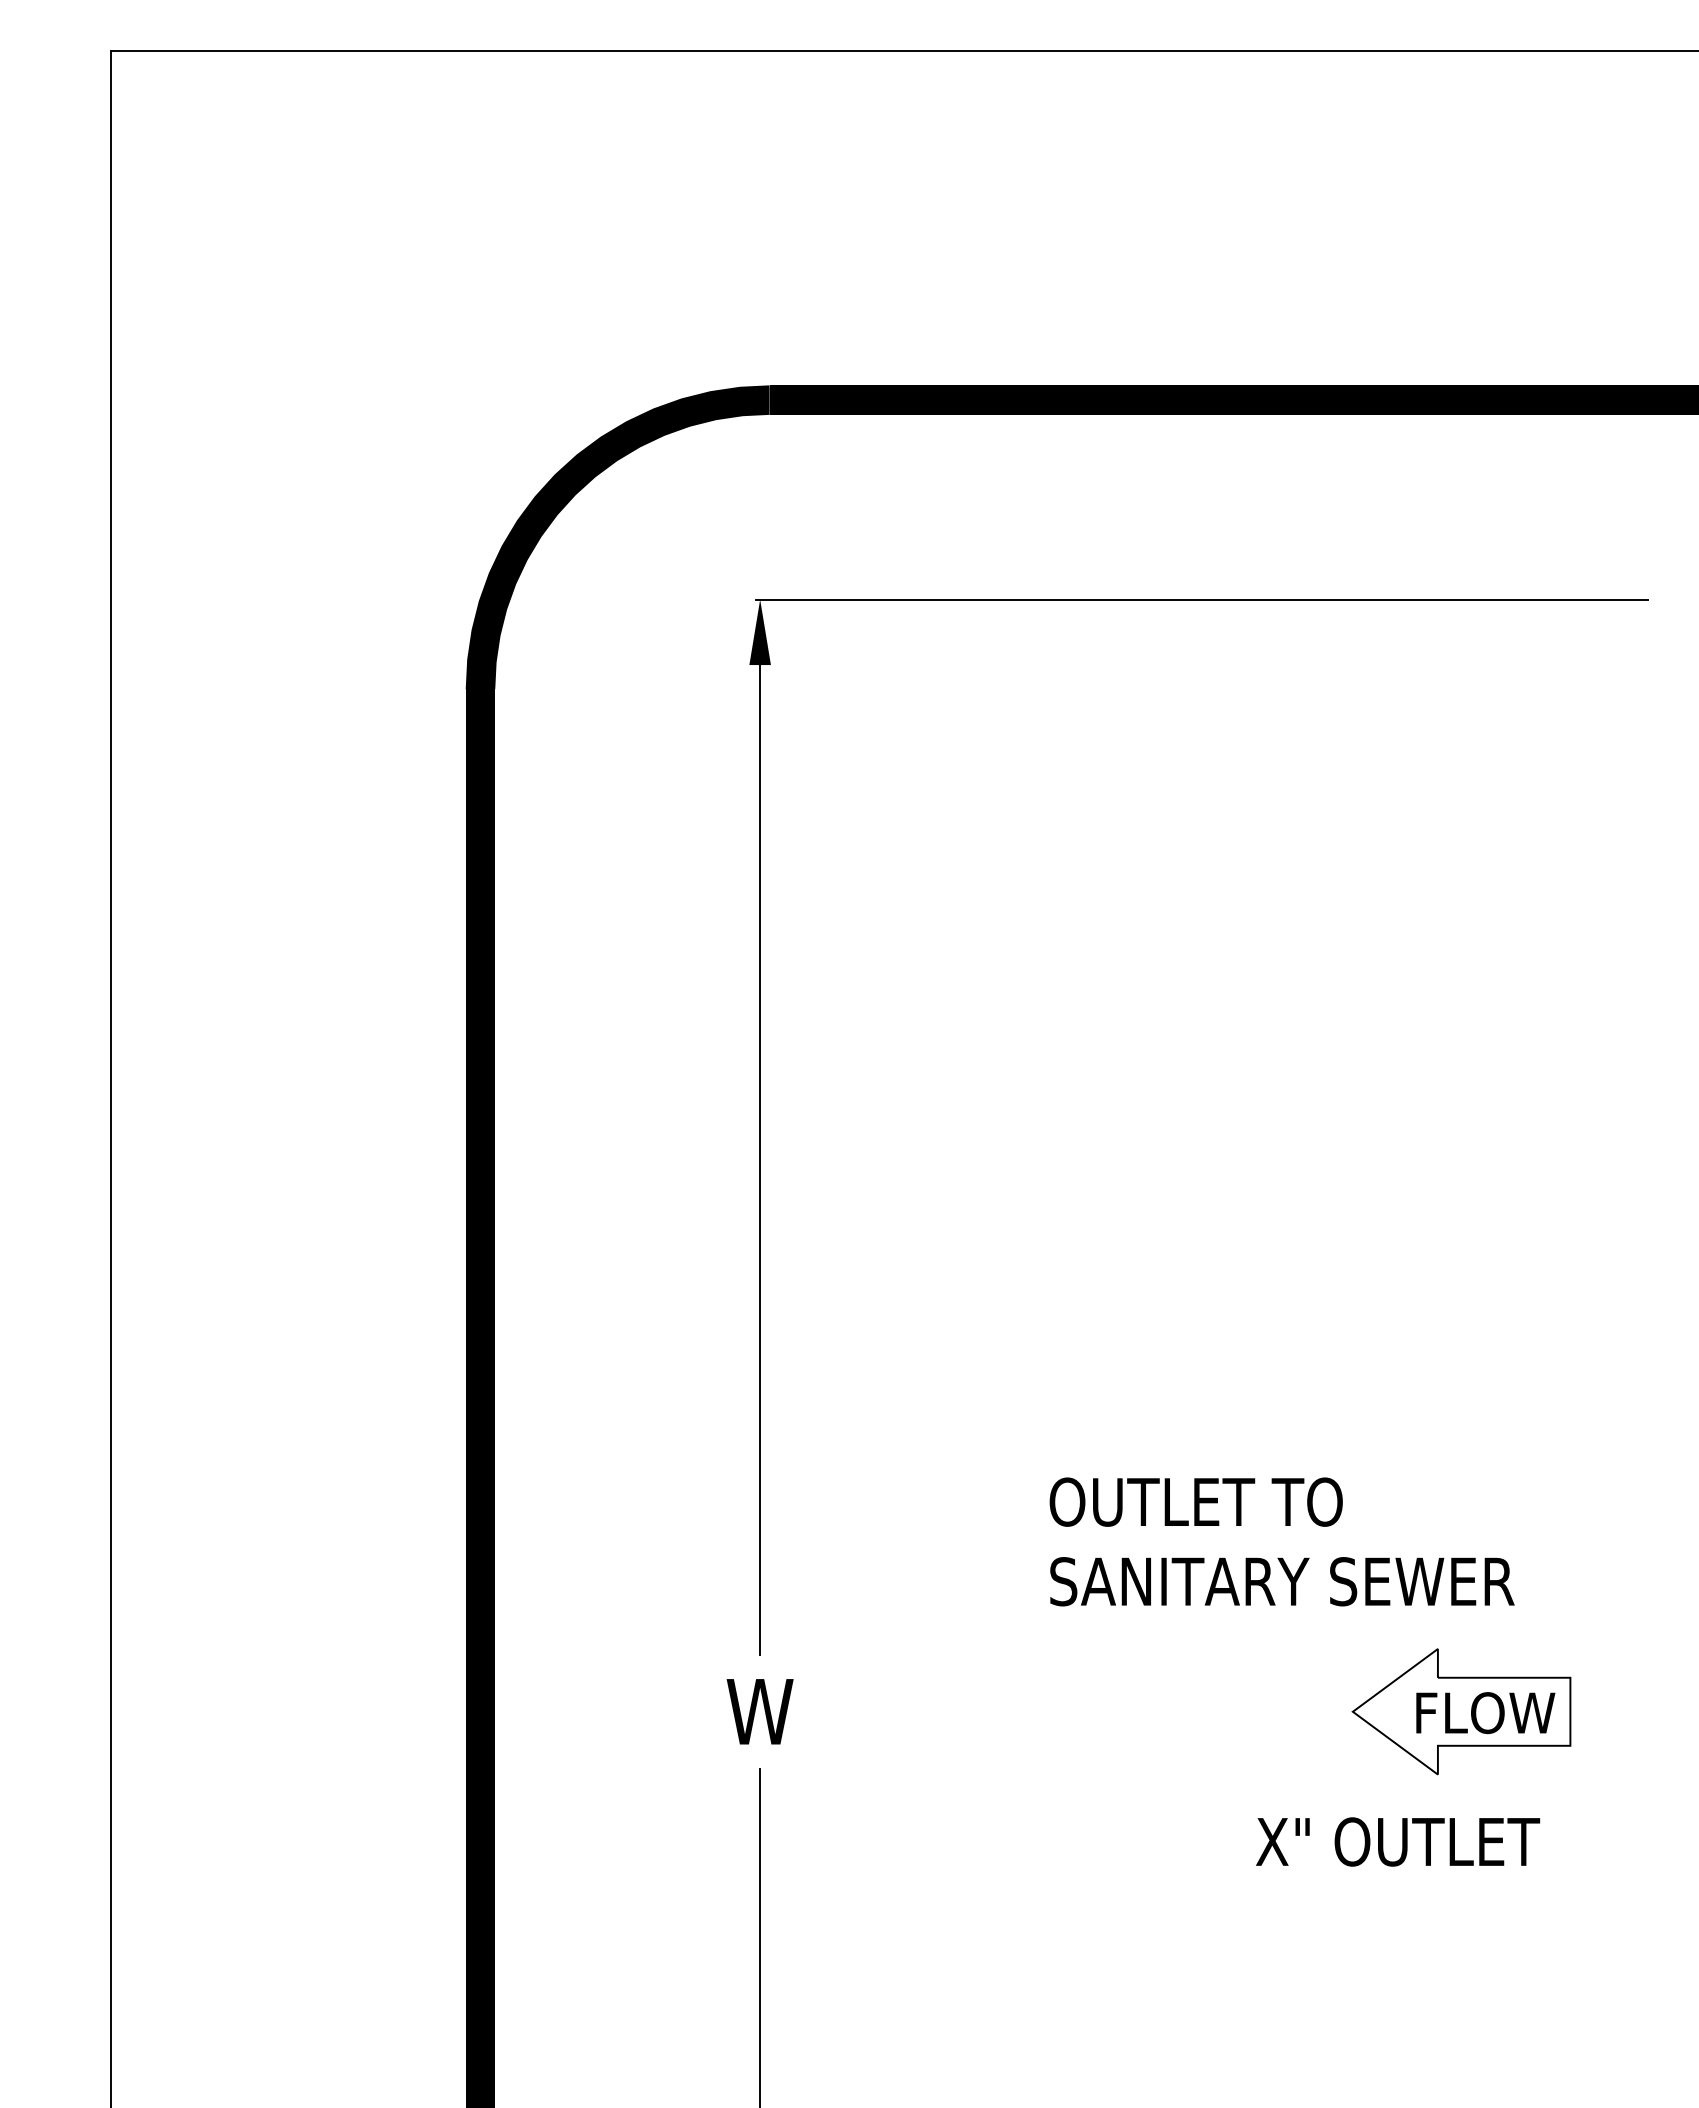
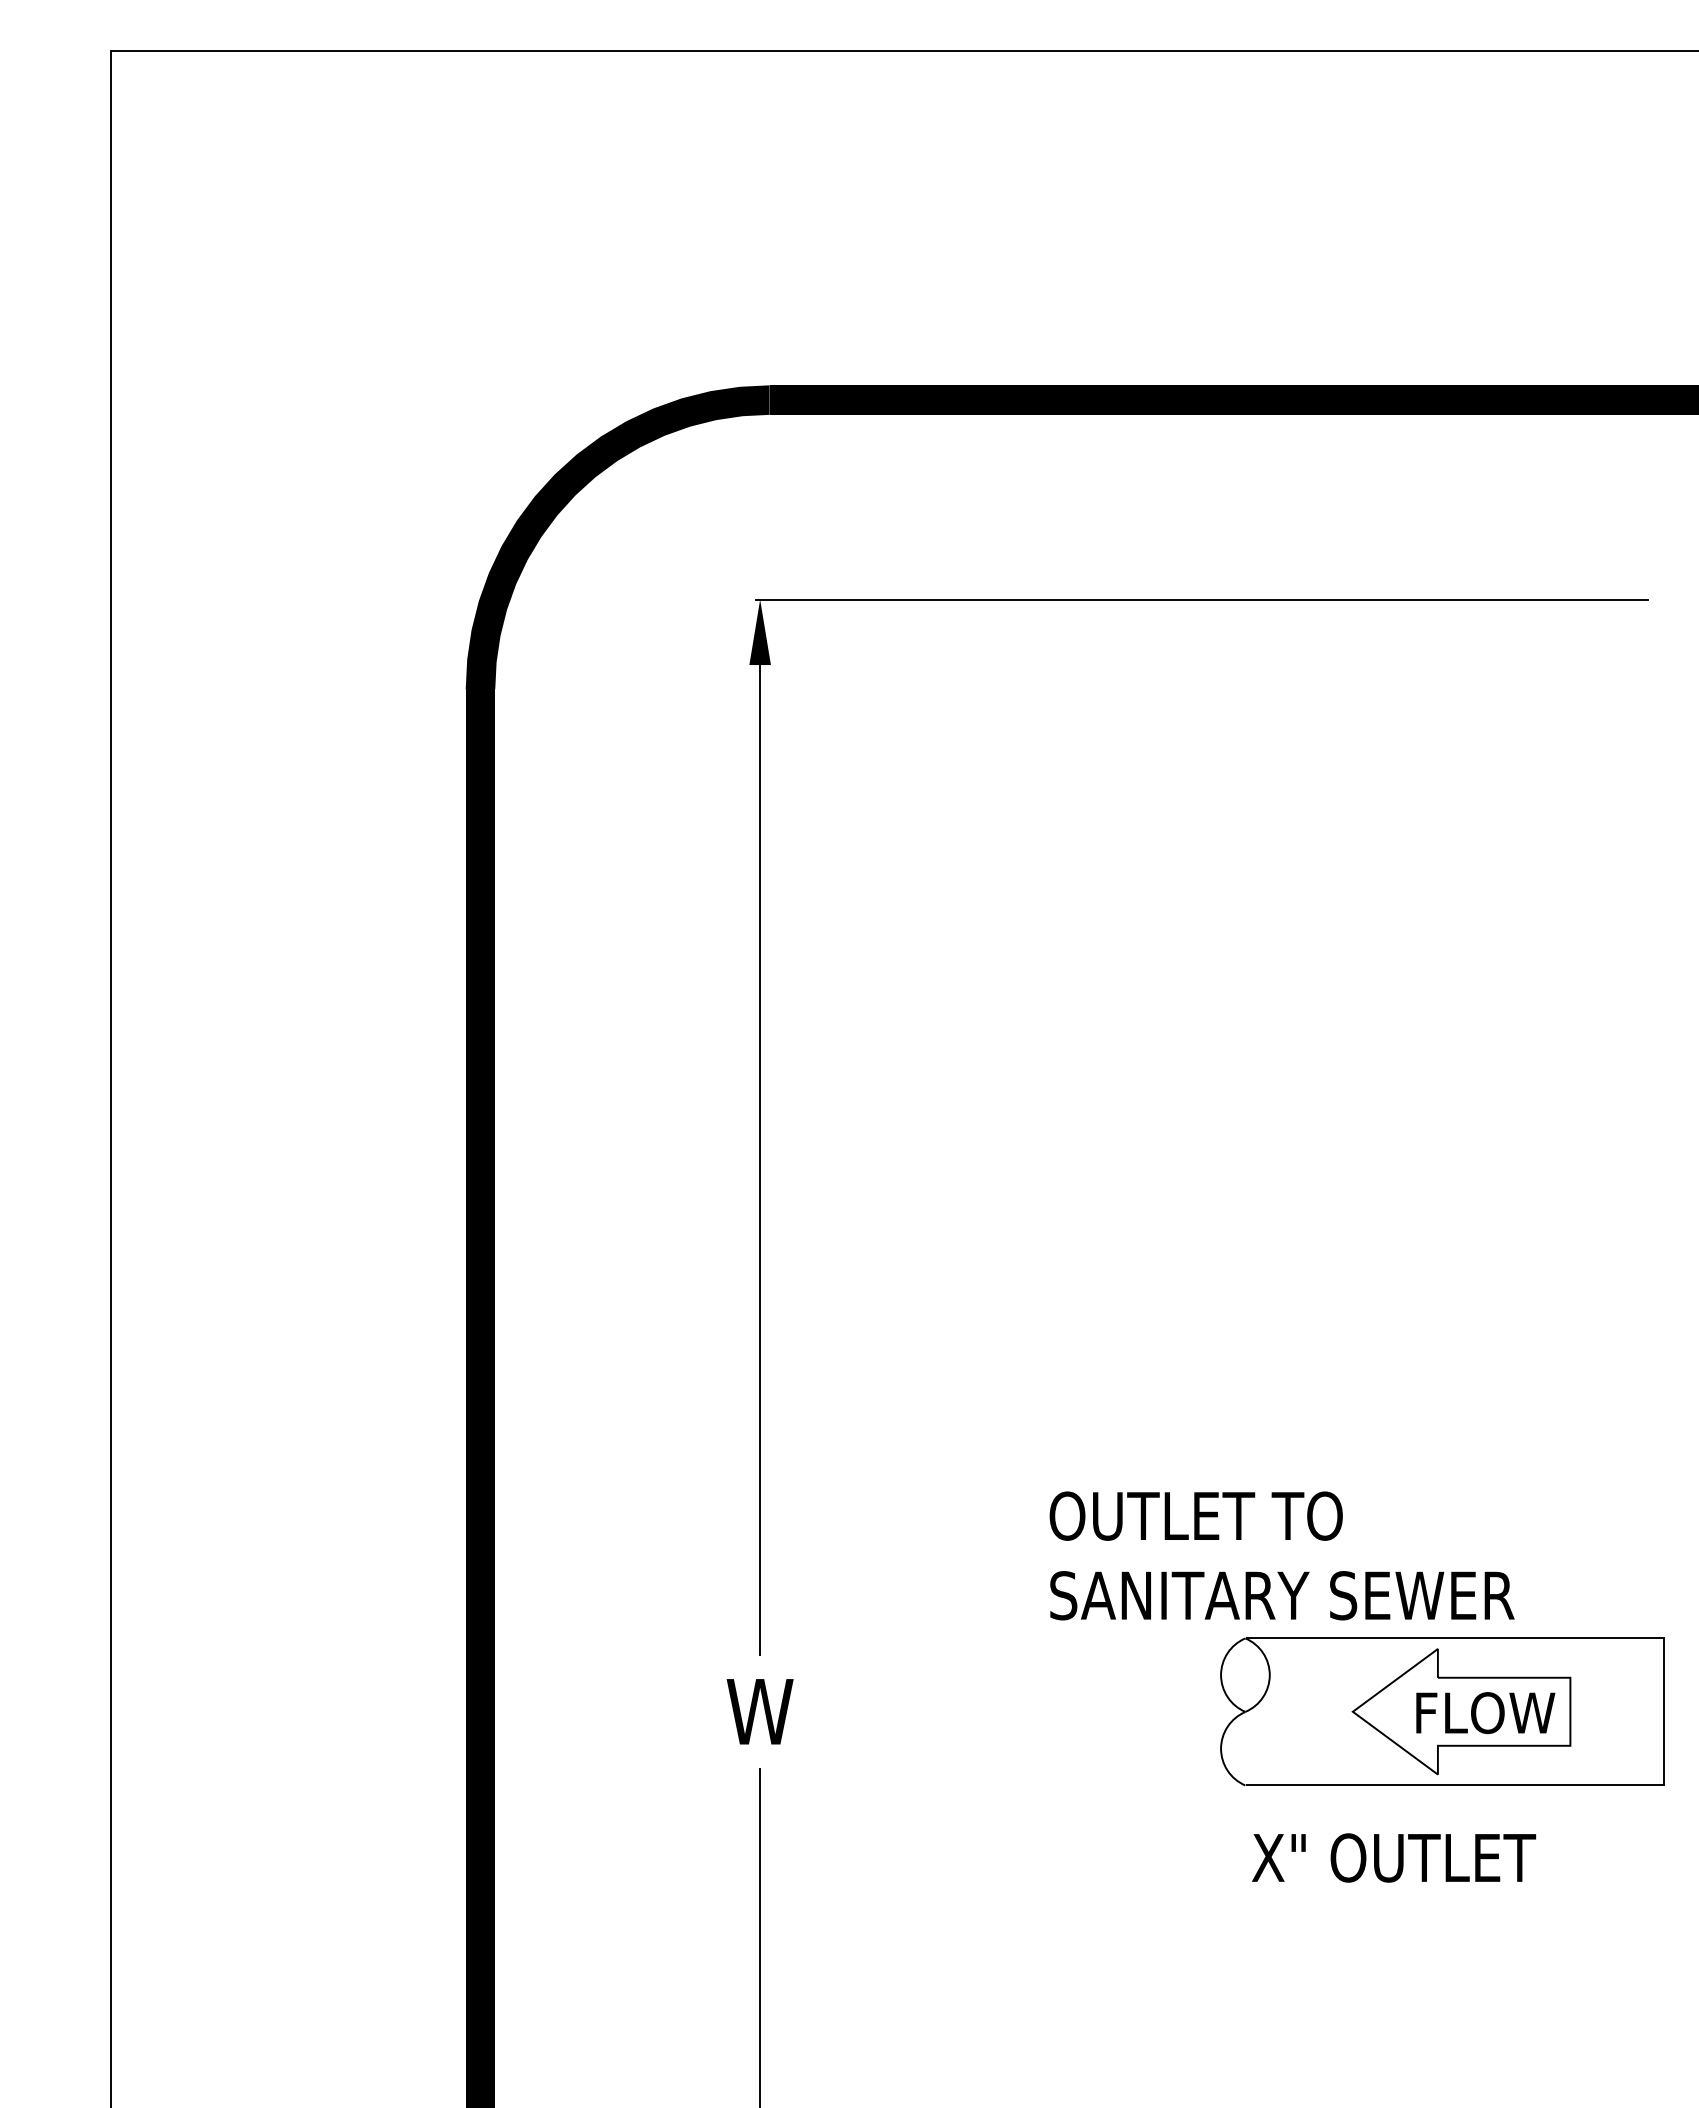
text at (1281, 1541) position: (1281, 1541) -> (1281, 1555)
part at (1442, 1711): none -> present
text at (1398, 1841) position: (1398, 1841) -> (1394, 1857)
